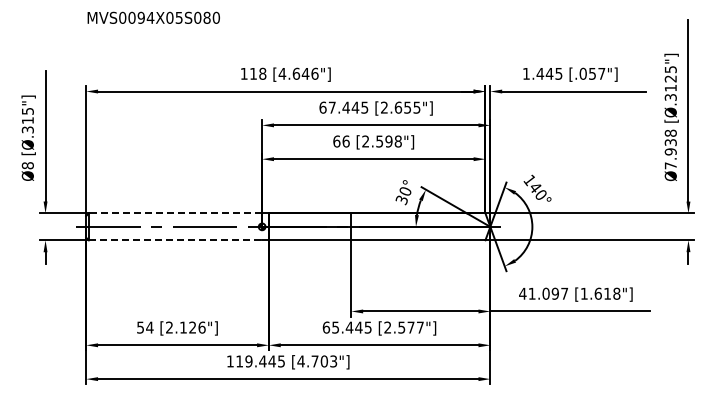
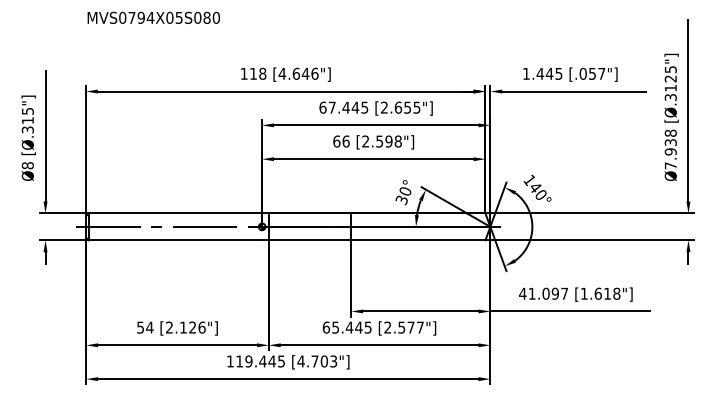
text at (131, 17): MVS0094X05S080 -> MVS0794X05S080
line at (175, 213): dashed -> solid
line at (175, 240): dashed -> solid
